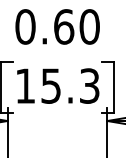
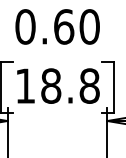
text at (70, 85): 15.3 -> 18.8
